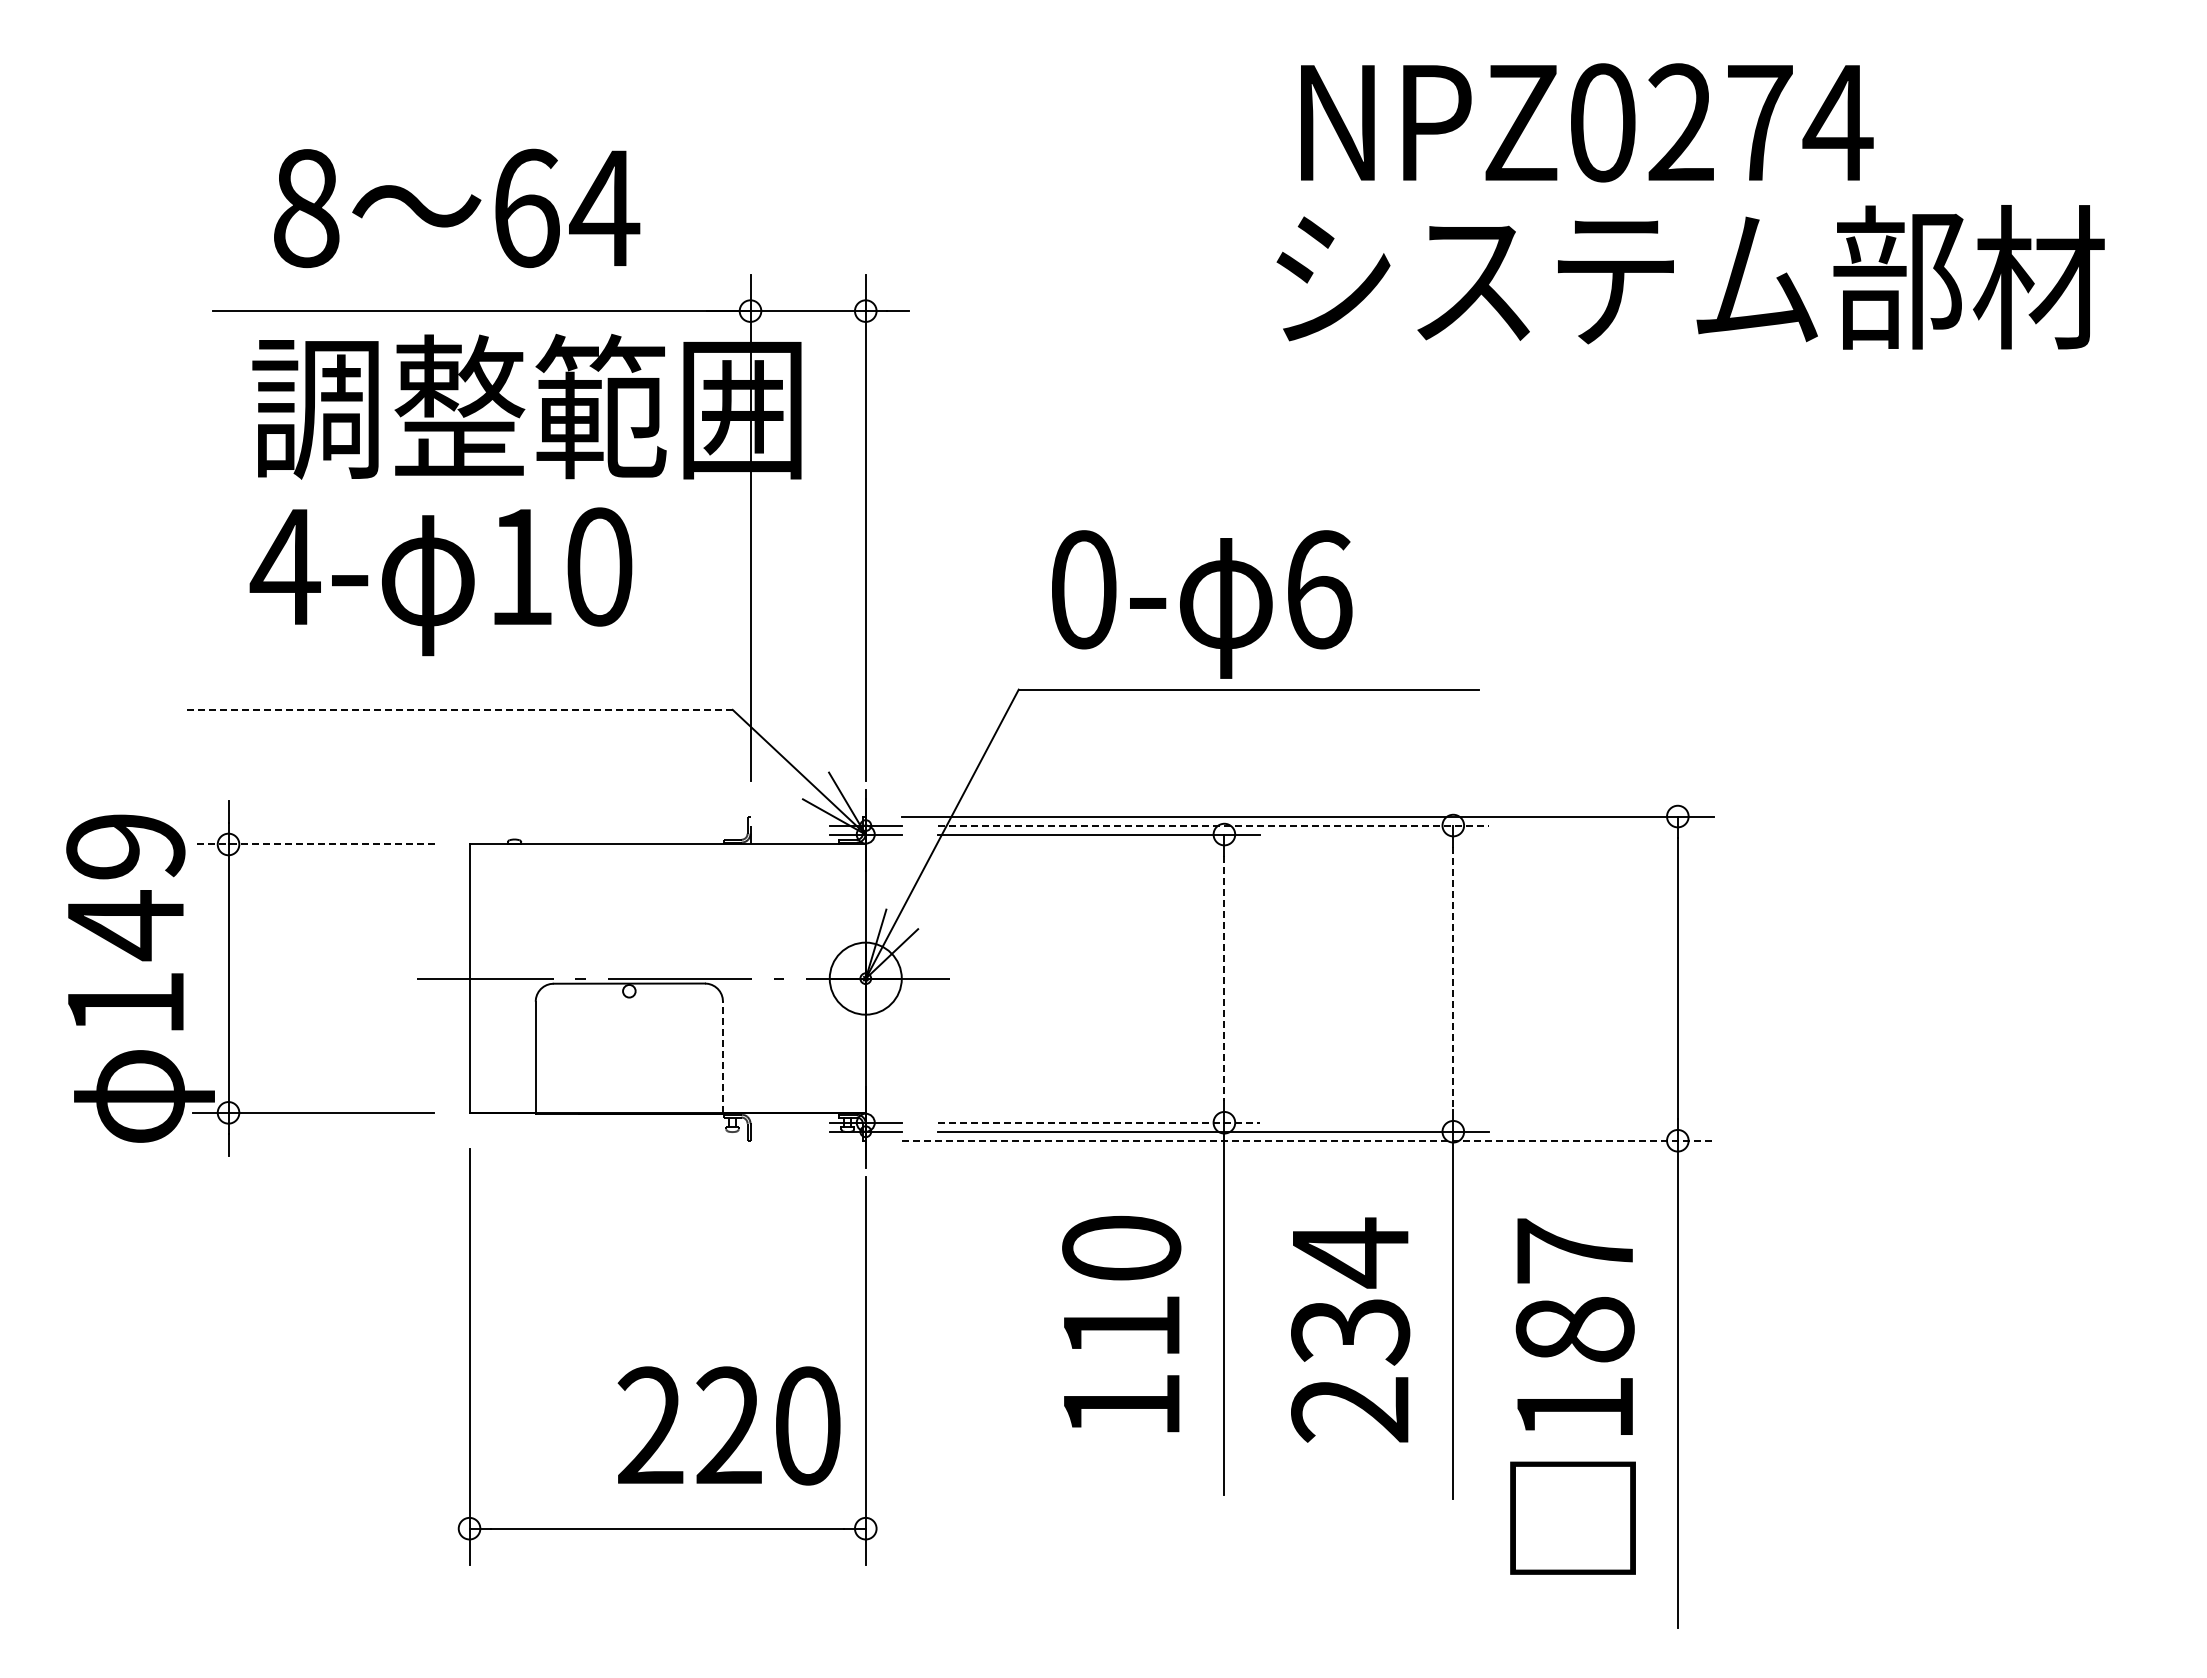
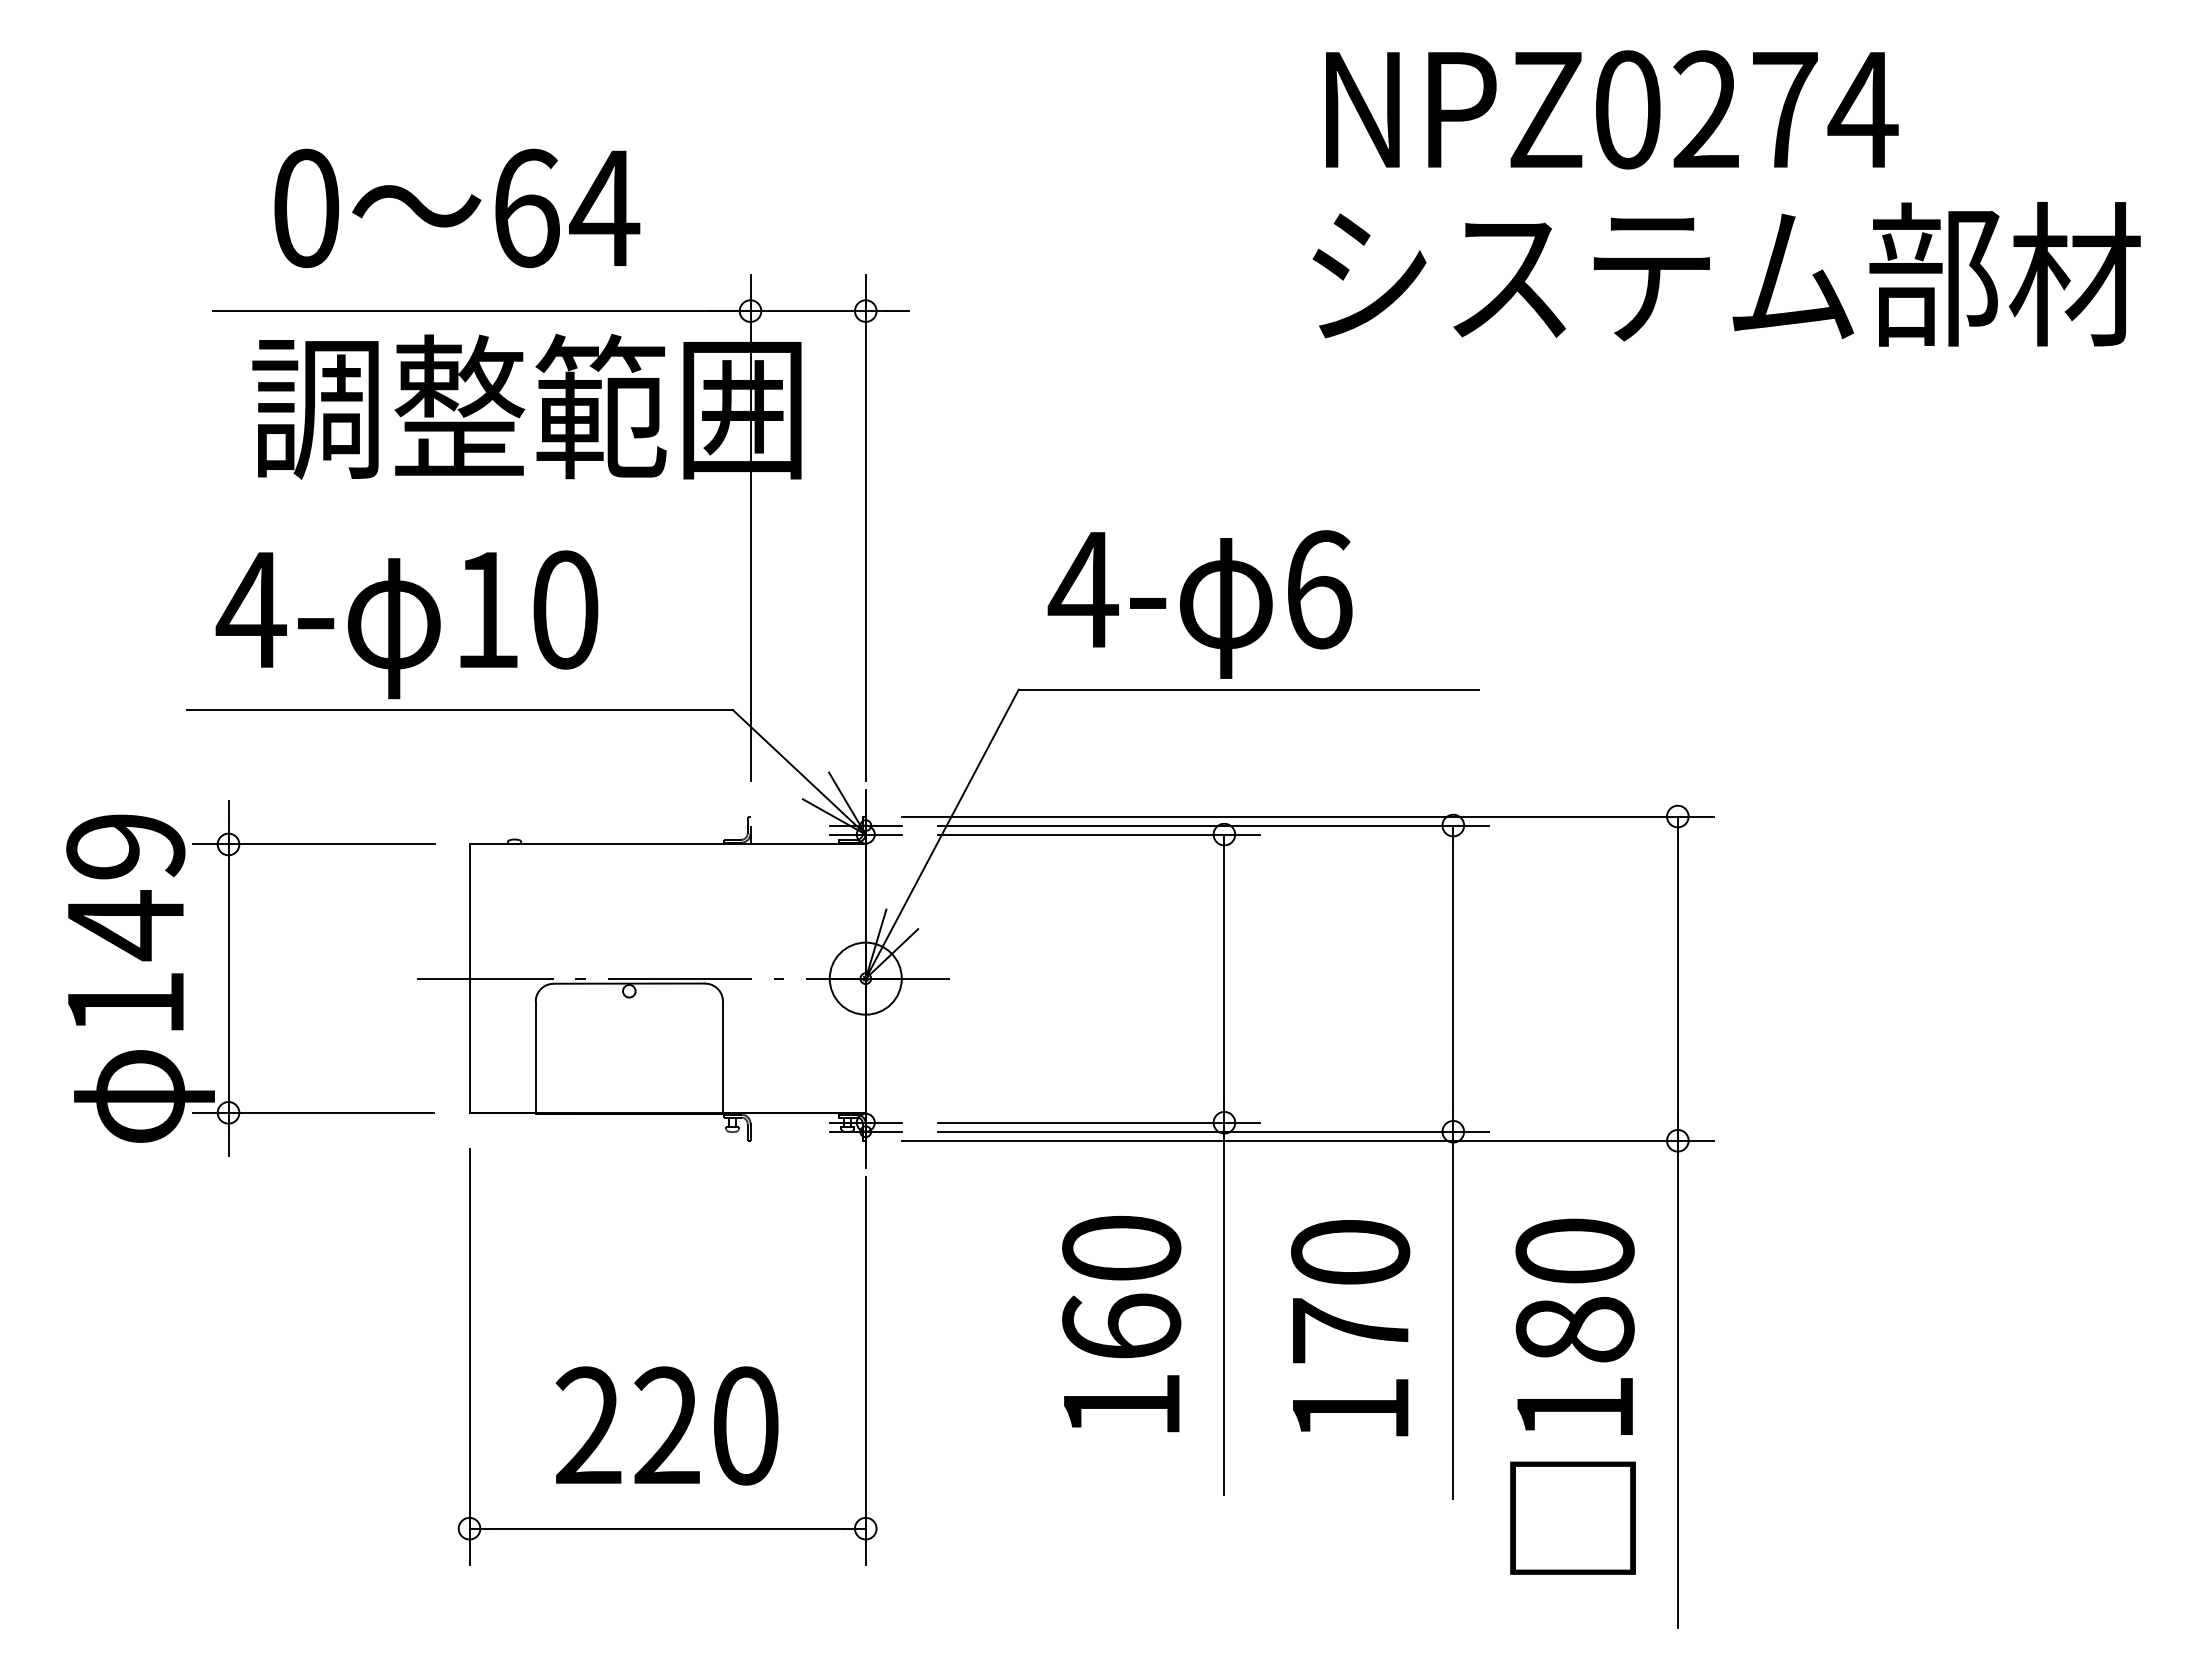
text at (1587, 122) position: (1587, 122) -> (1612, 109)
text at (306, 207): 8 -> 0
text at (1690, 277) position: (1690, 277) -> (1726, 274)
text at (440, 581) position: (440, 581) -> (406, 624)
text at (1082, 589): 0- -> 4-
line at (459, 709): dashed -> solid
line at (1213, 825): dashed -> solid
line at (313, 844): dashed -> solid
line at (1224, 979): dashed -> solid
line at (1453, 979): dashed -> solid
line at (723, 1057): dashed -> solid
line at (1099, 1122): dashed -> solid
line at (1308, 1140): dashed -> solid
text at (1574, 1250): 187 -> 180
text at (1121, 1325): 110 -> 160
text at (1350, 1329): 234 -> 170
text at (728, 1425) position: (728, 1425) -> (666, 1425)
